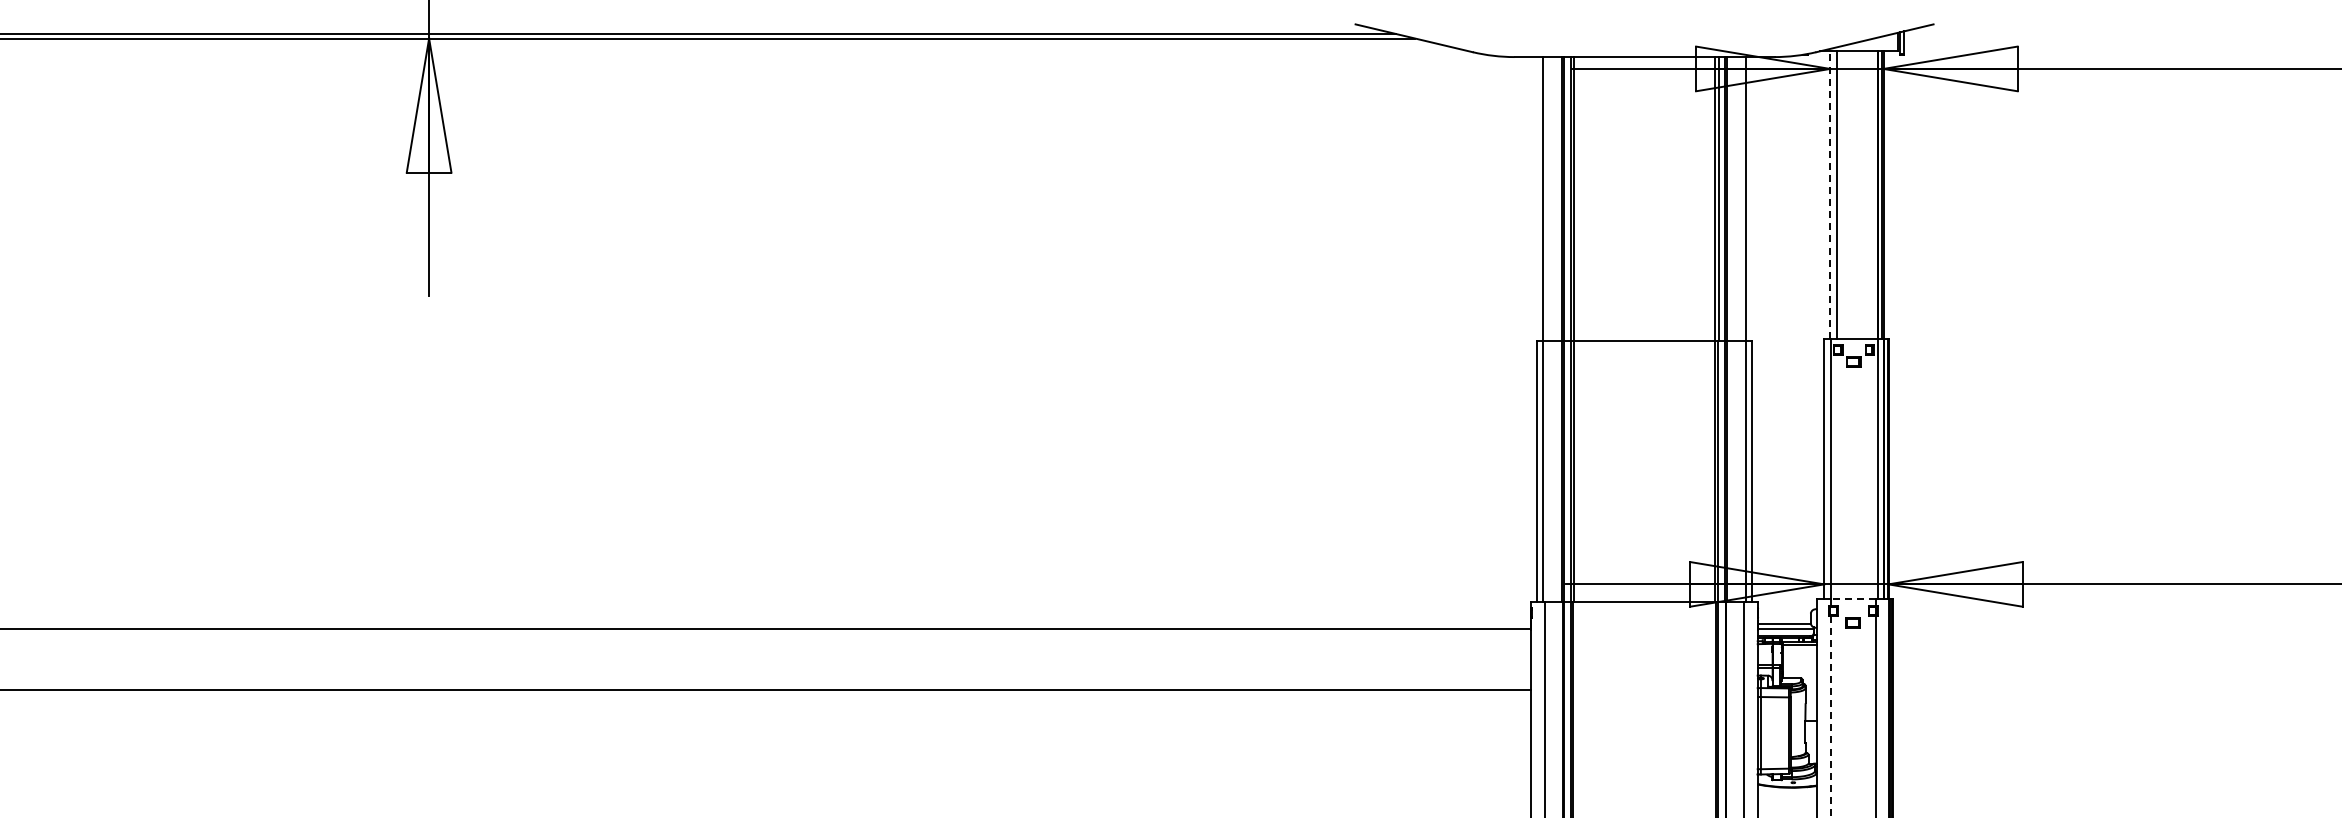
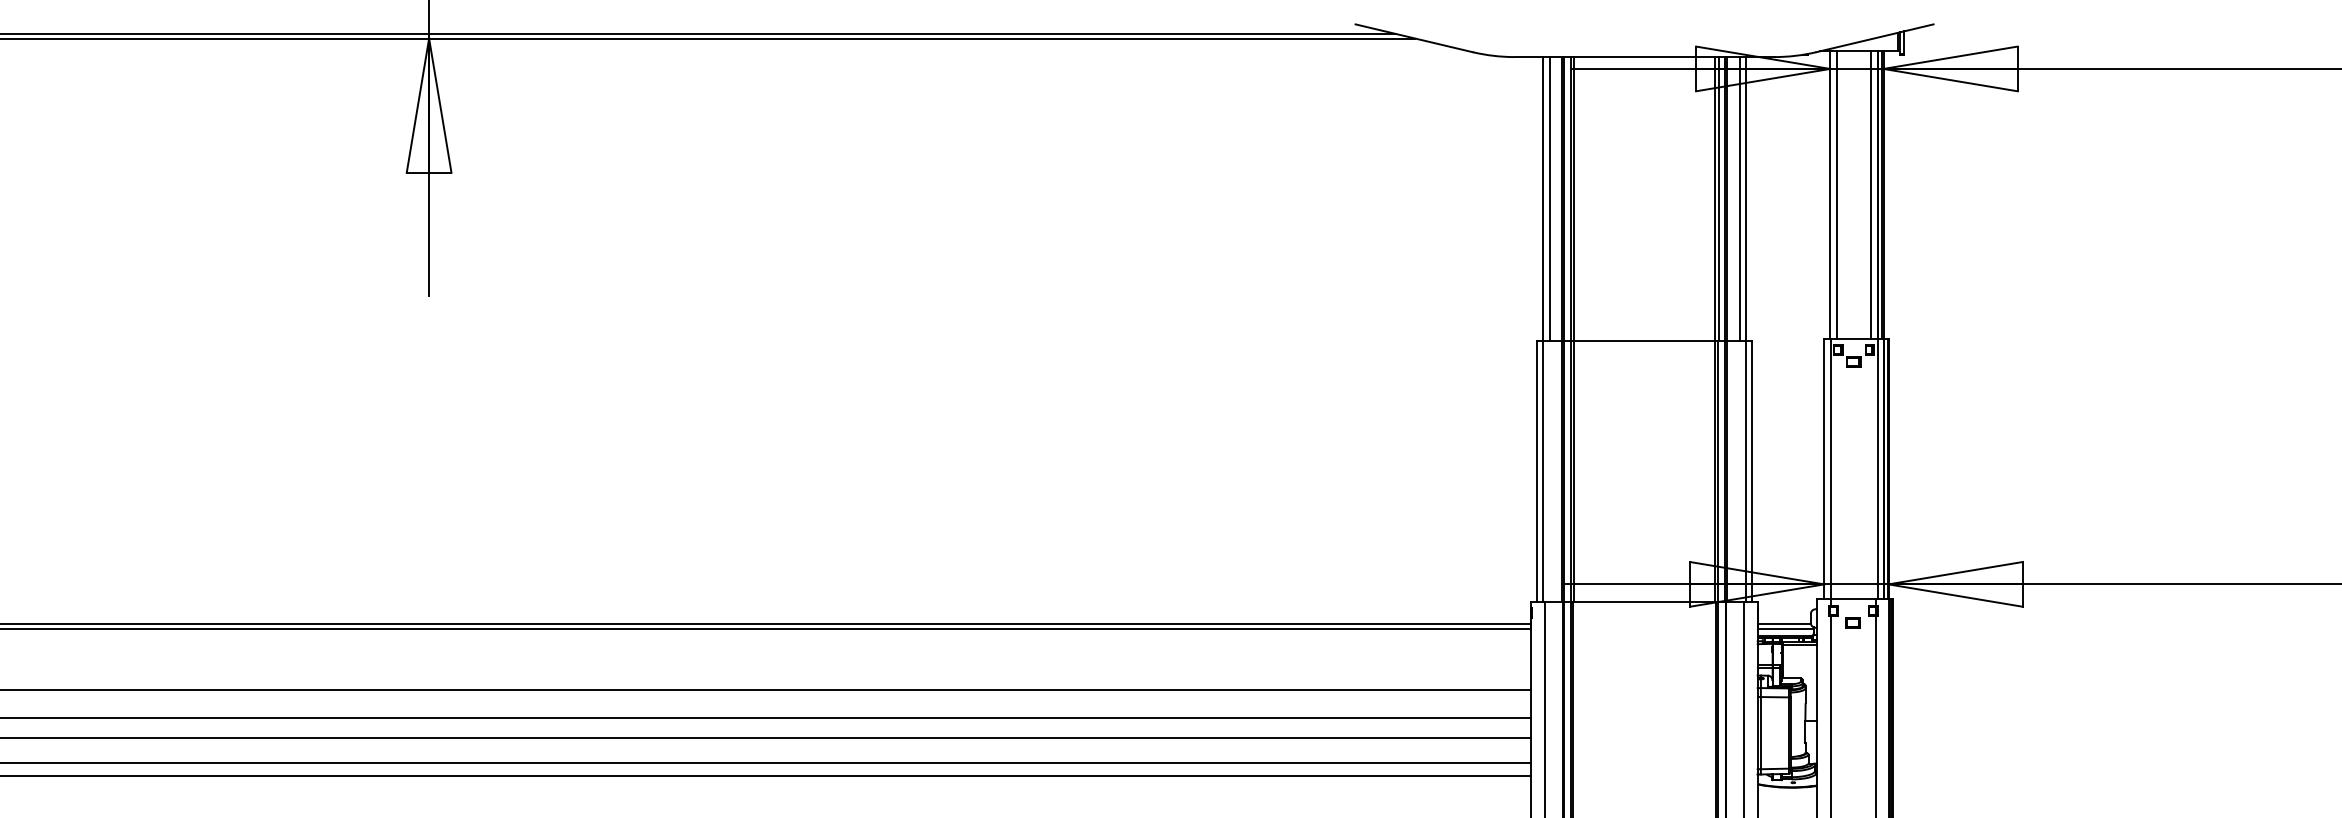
line at (1830, 195): dashed -> solid
line at (1871, 195): none -> present
line at (1549, 199): none -> present
line at (1739, 199): none -> present
line at (1853, 599): dashed -> solid
line at (766, 624): none -> present
line at (1830, 716): dashed -> solid
line at (766, 717): none -> present
line at (766, 738): none -> present
line at (766, 762): none -> present
line at (766, 776): none -> present
